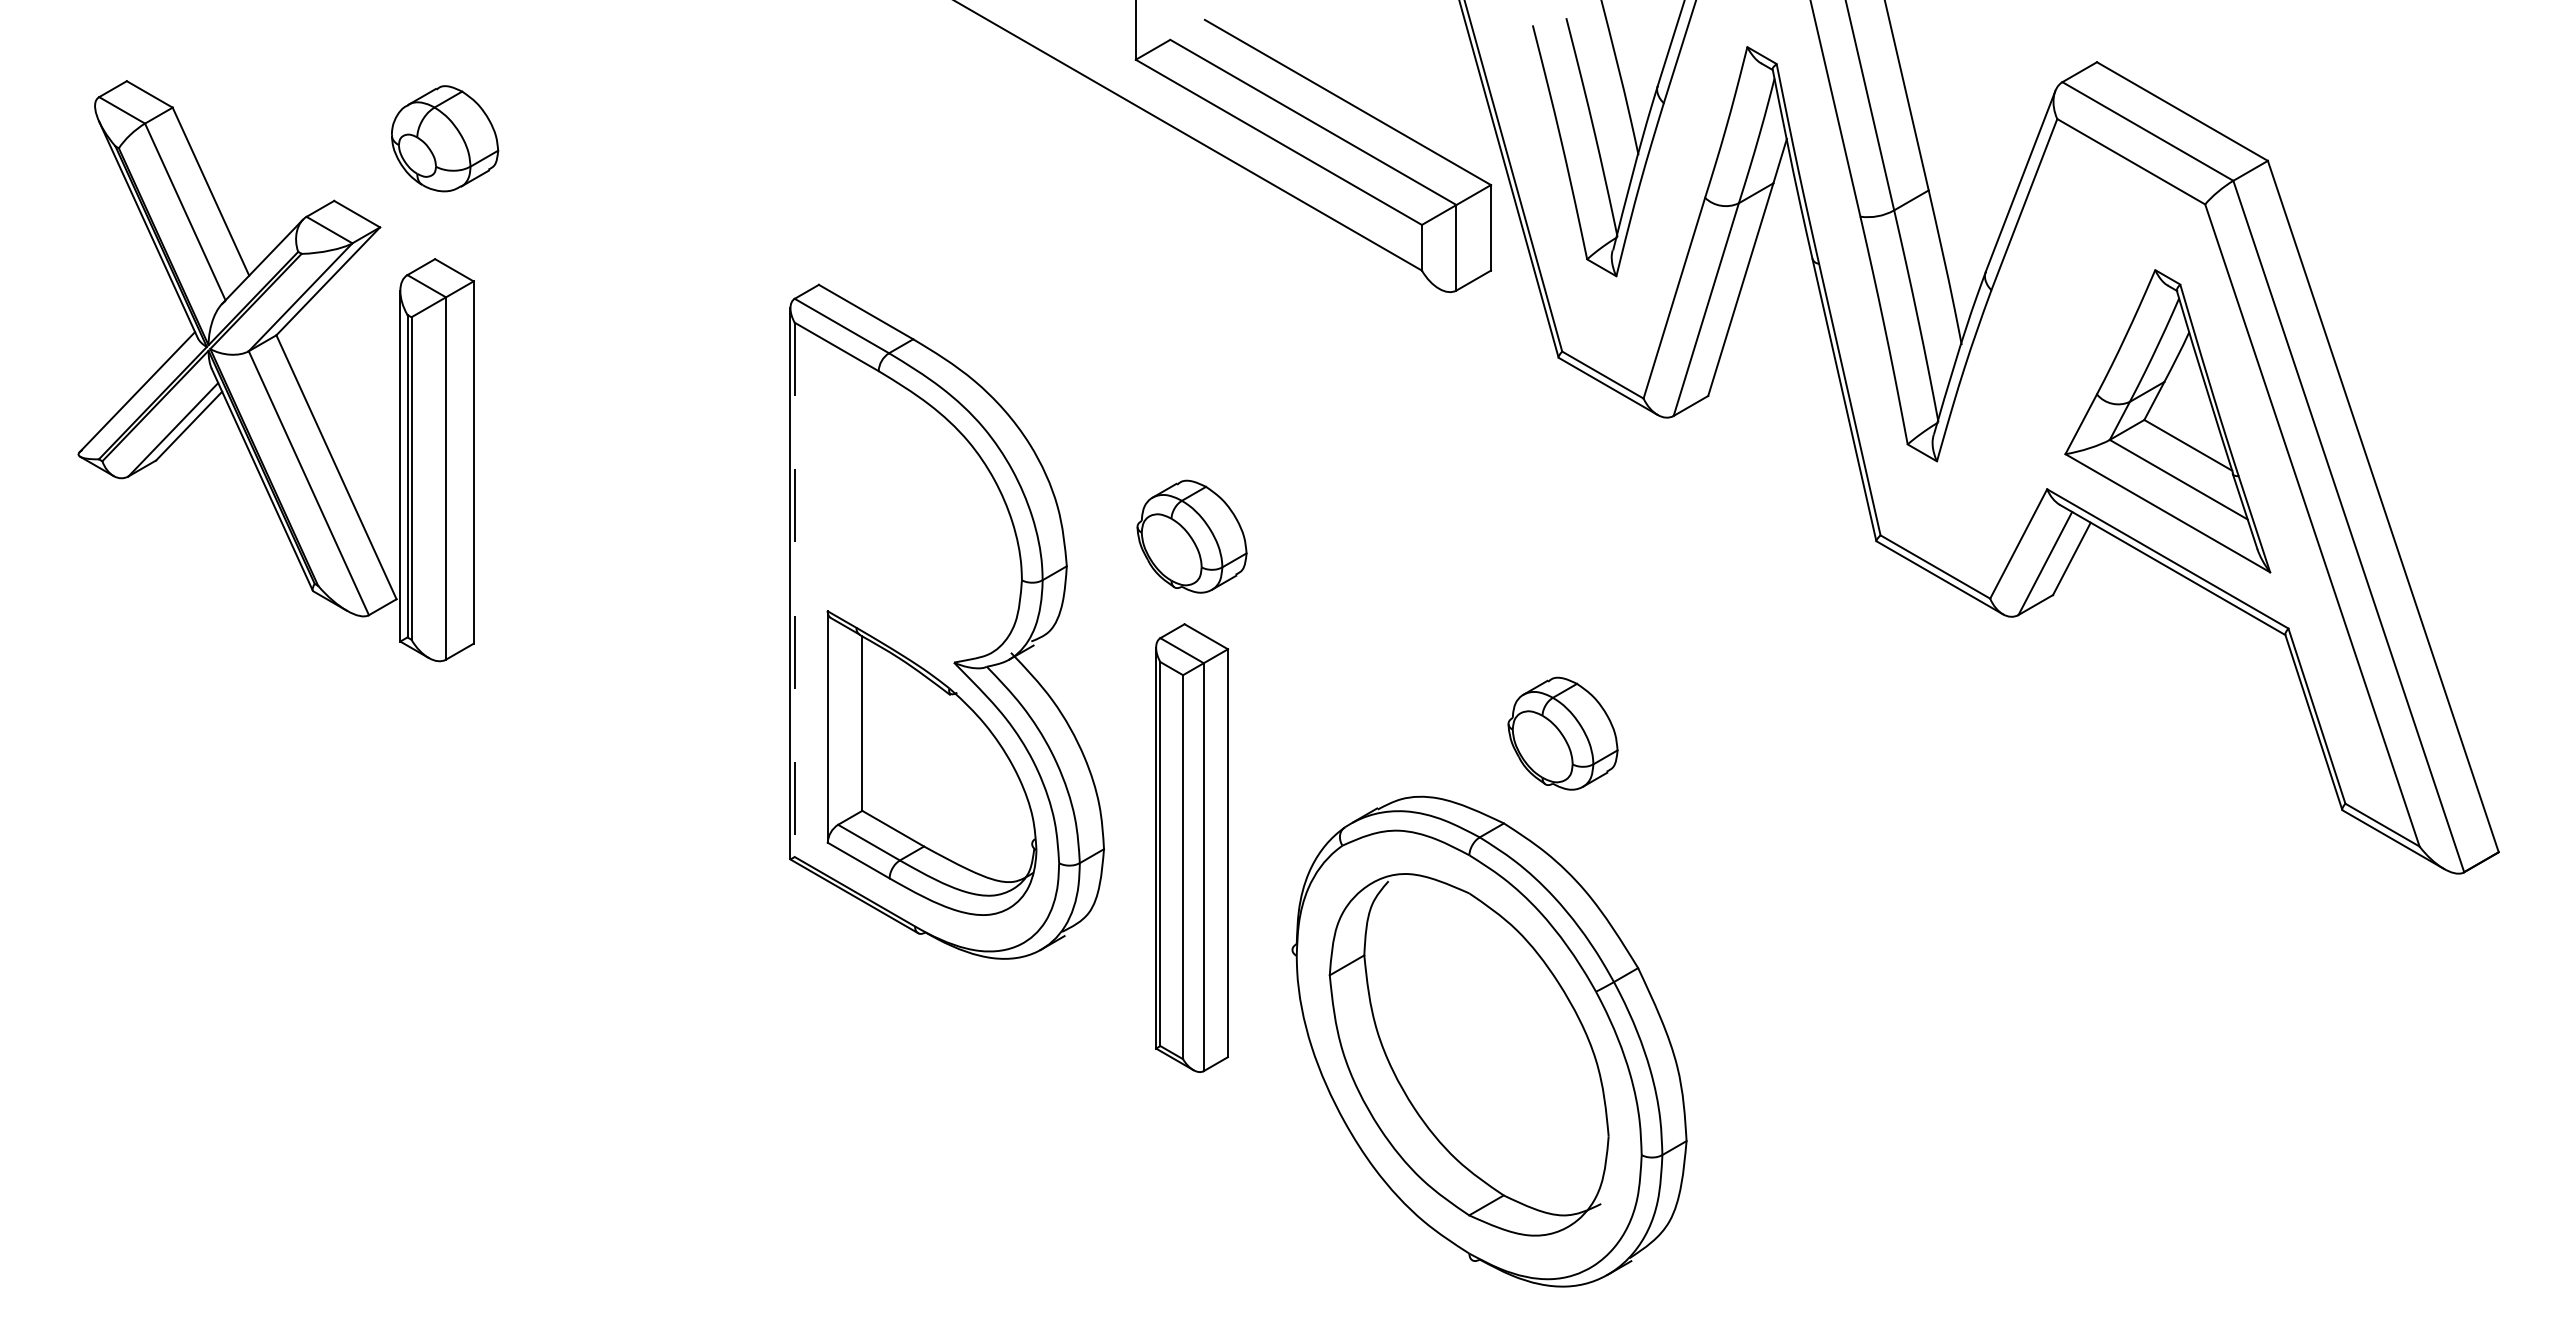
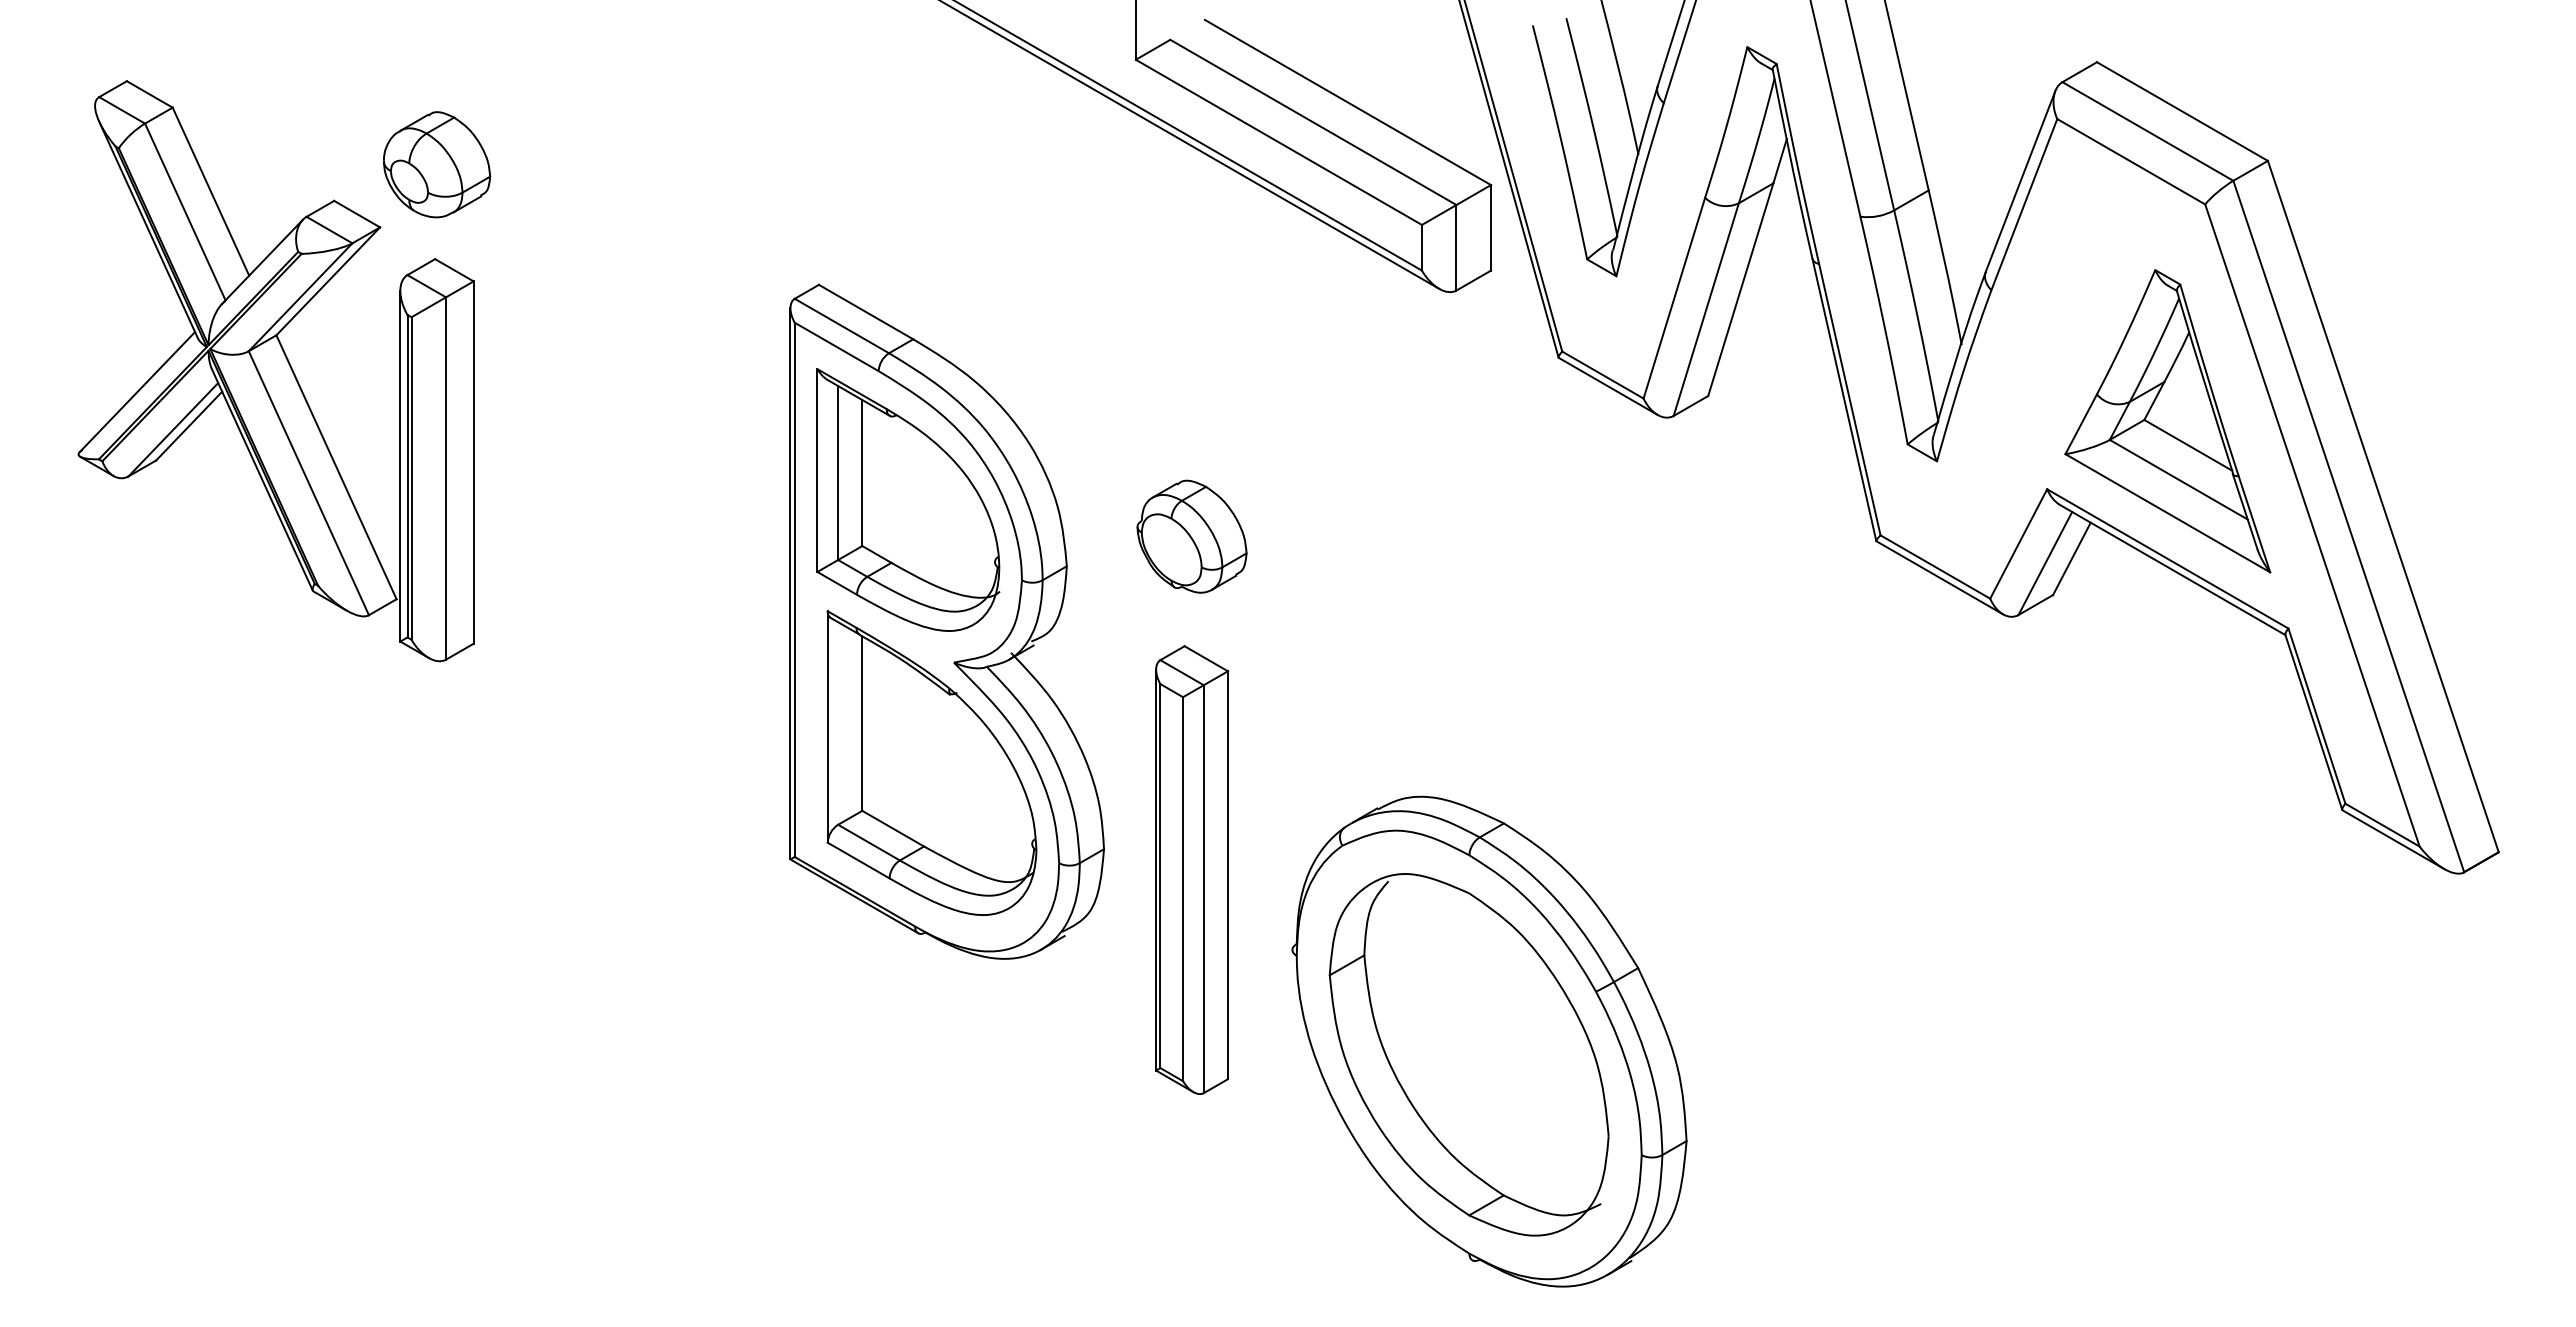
part at (445, 138) position: (445, 138) -> (437, 164)
line at (1190, 145): none -> present
part at (908, 499): none -> present
line at (794, 590): dashed -> solid
part at (1562, 733): present -> none
part at (1192, 847) position: (1192, 847) -> (1192, 869)
